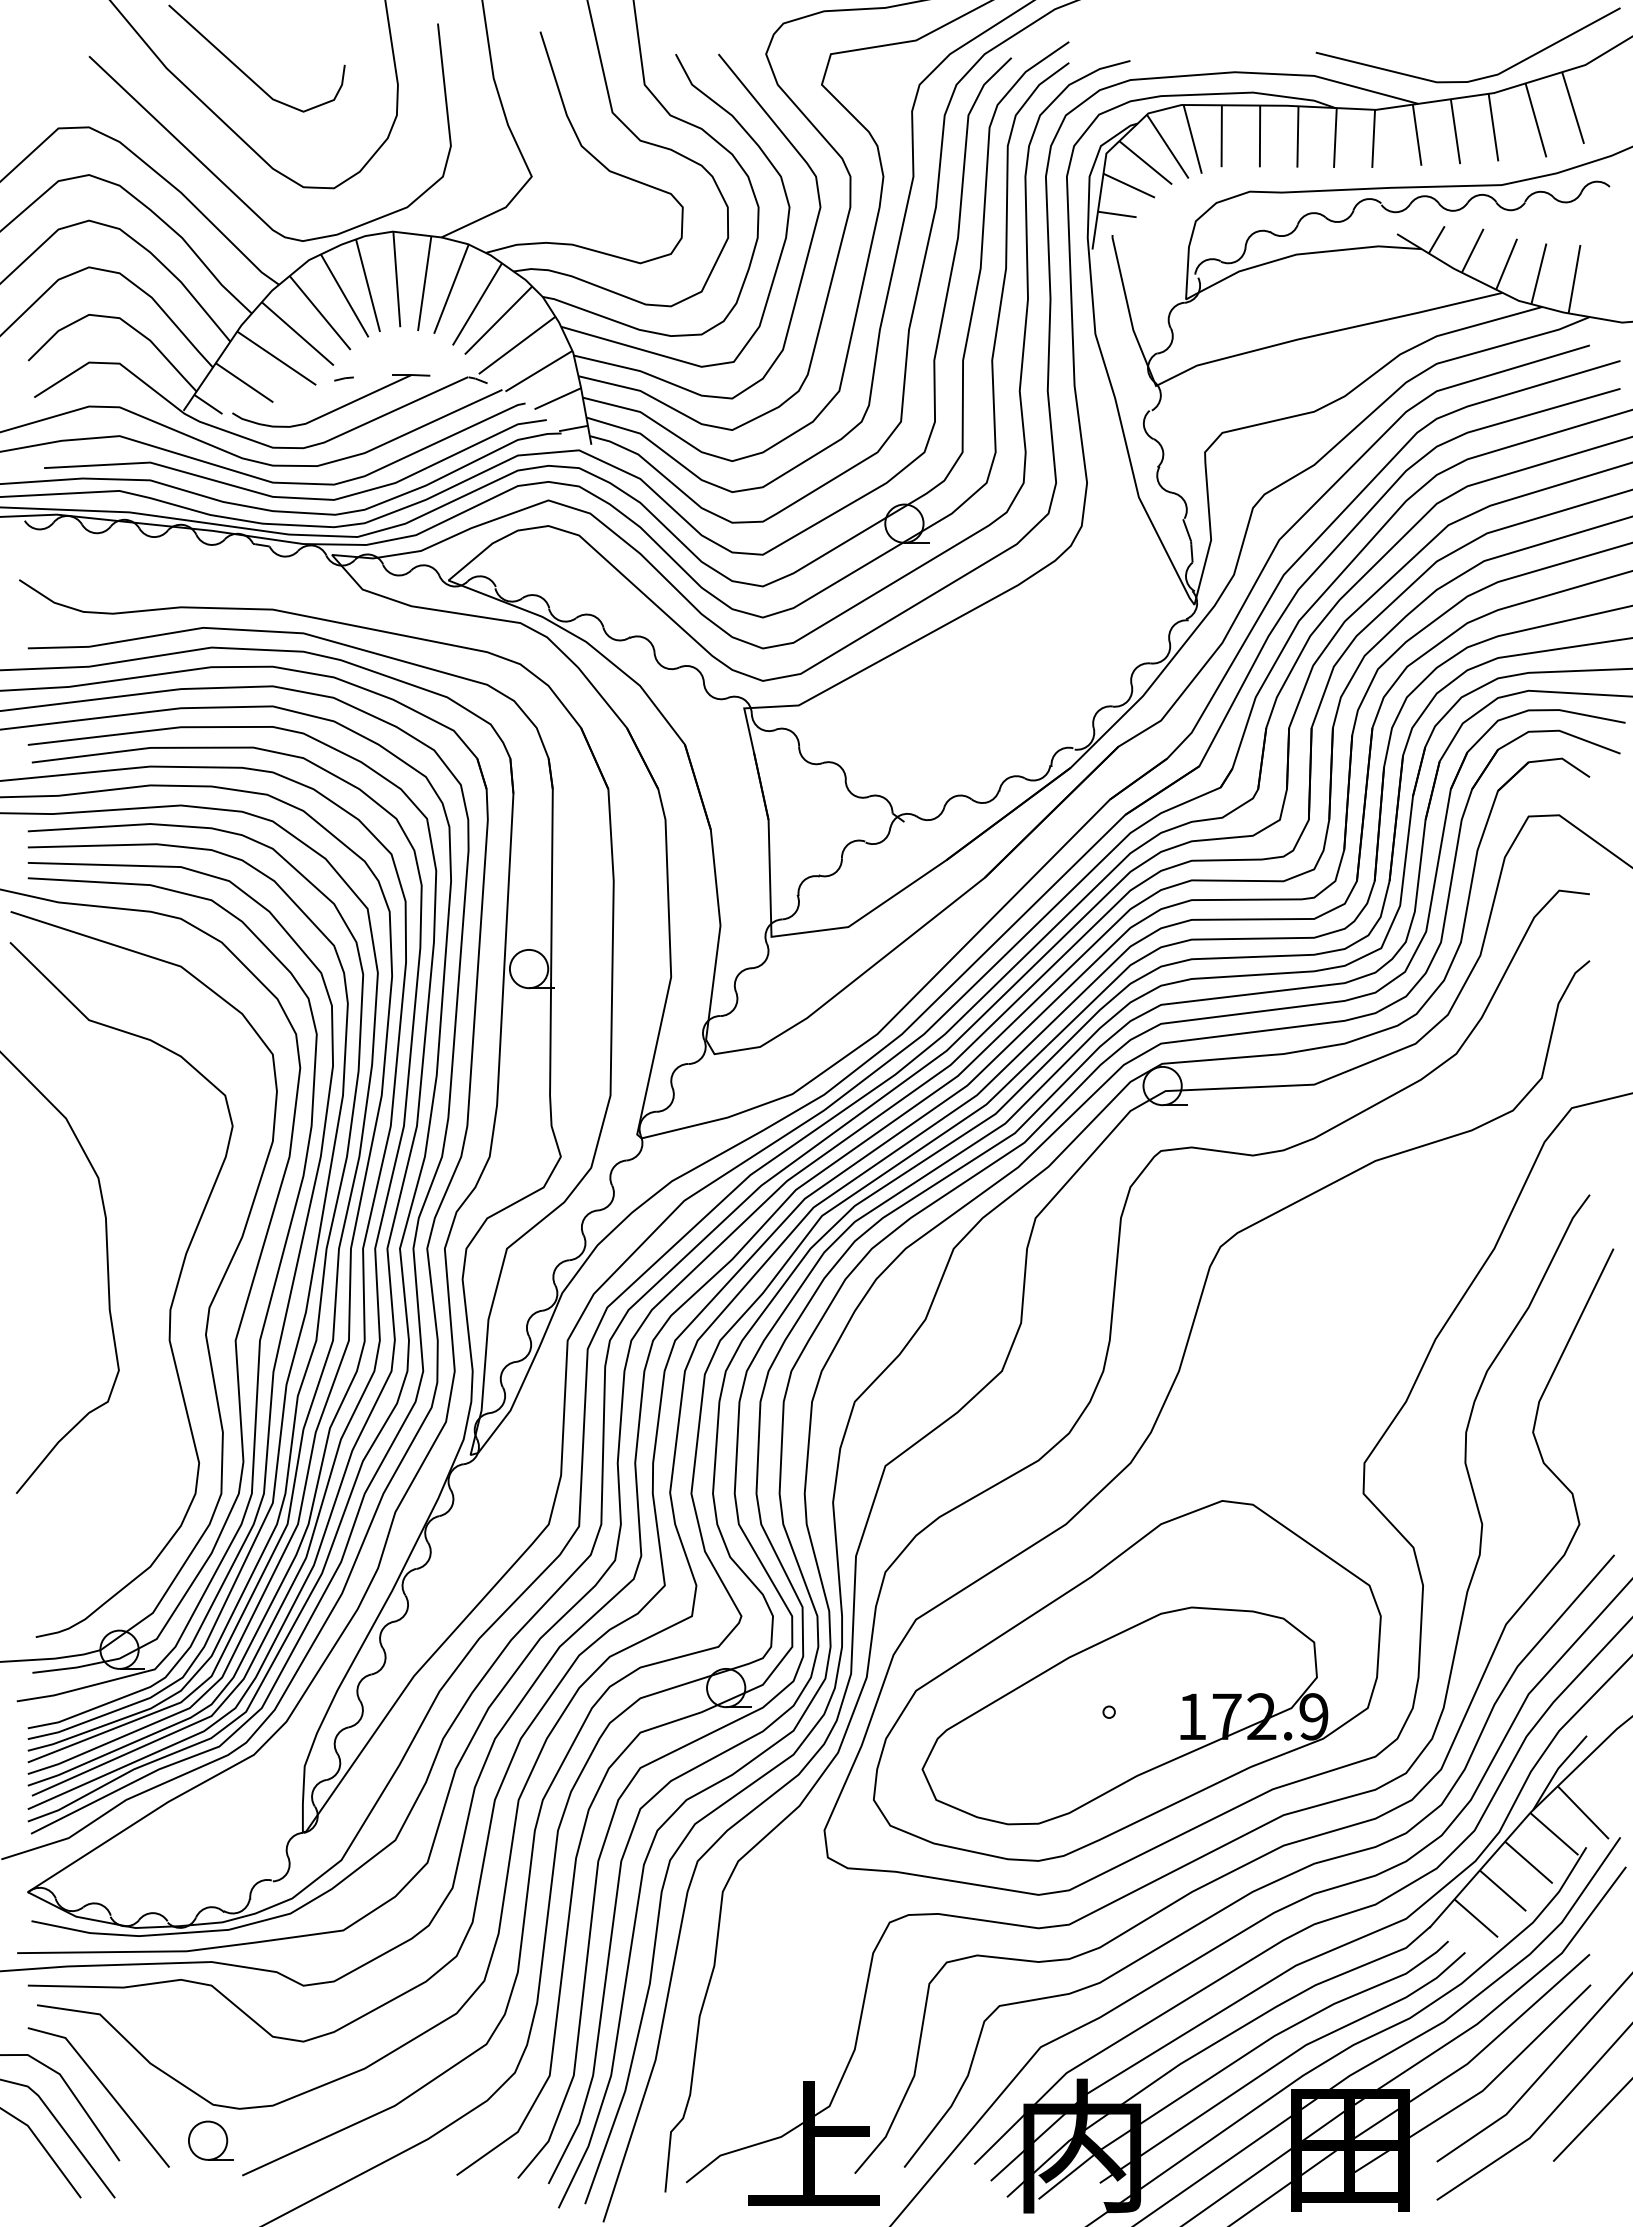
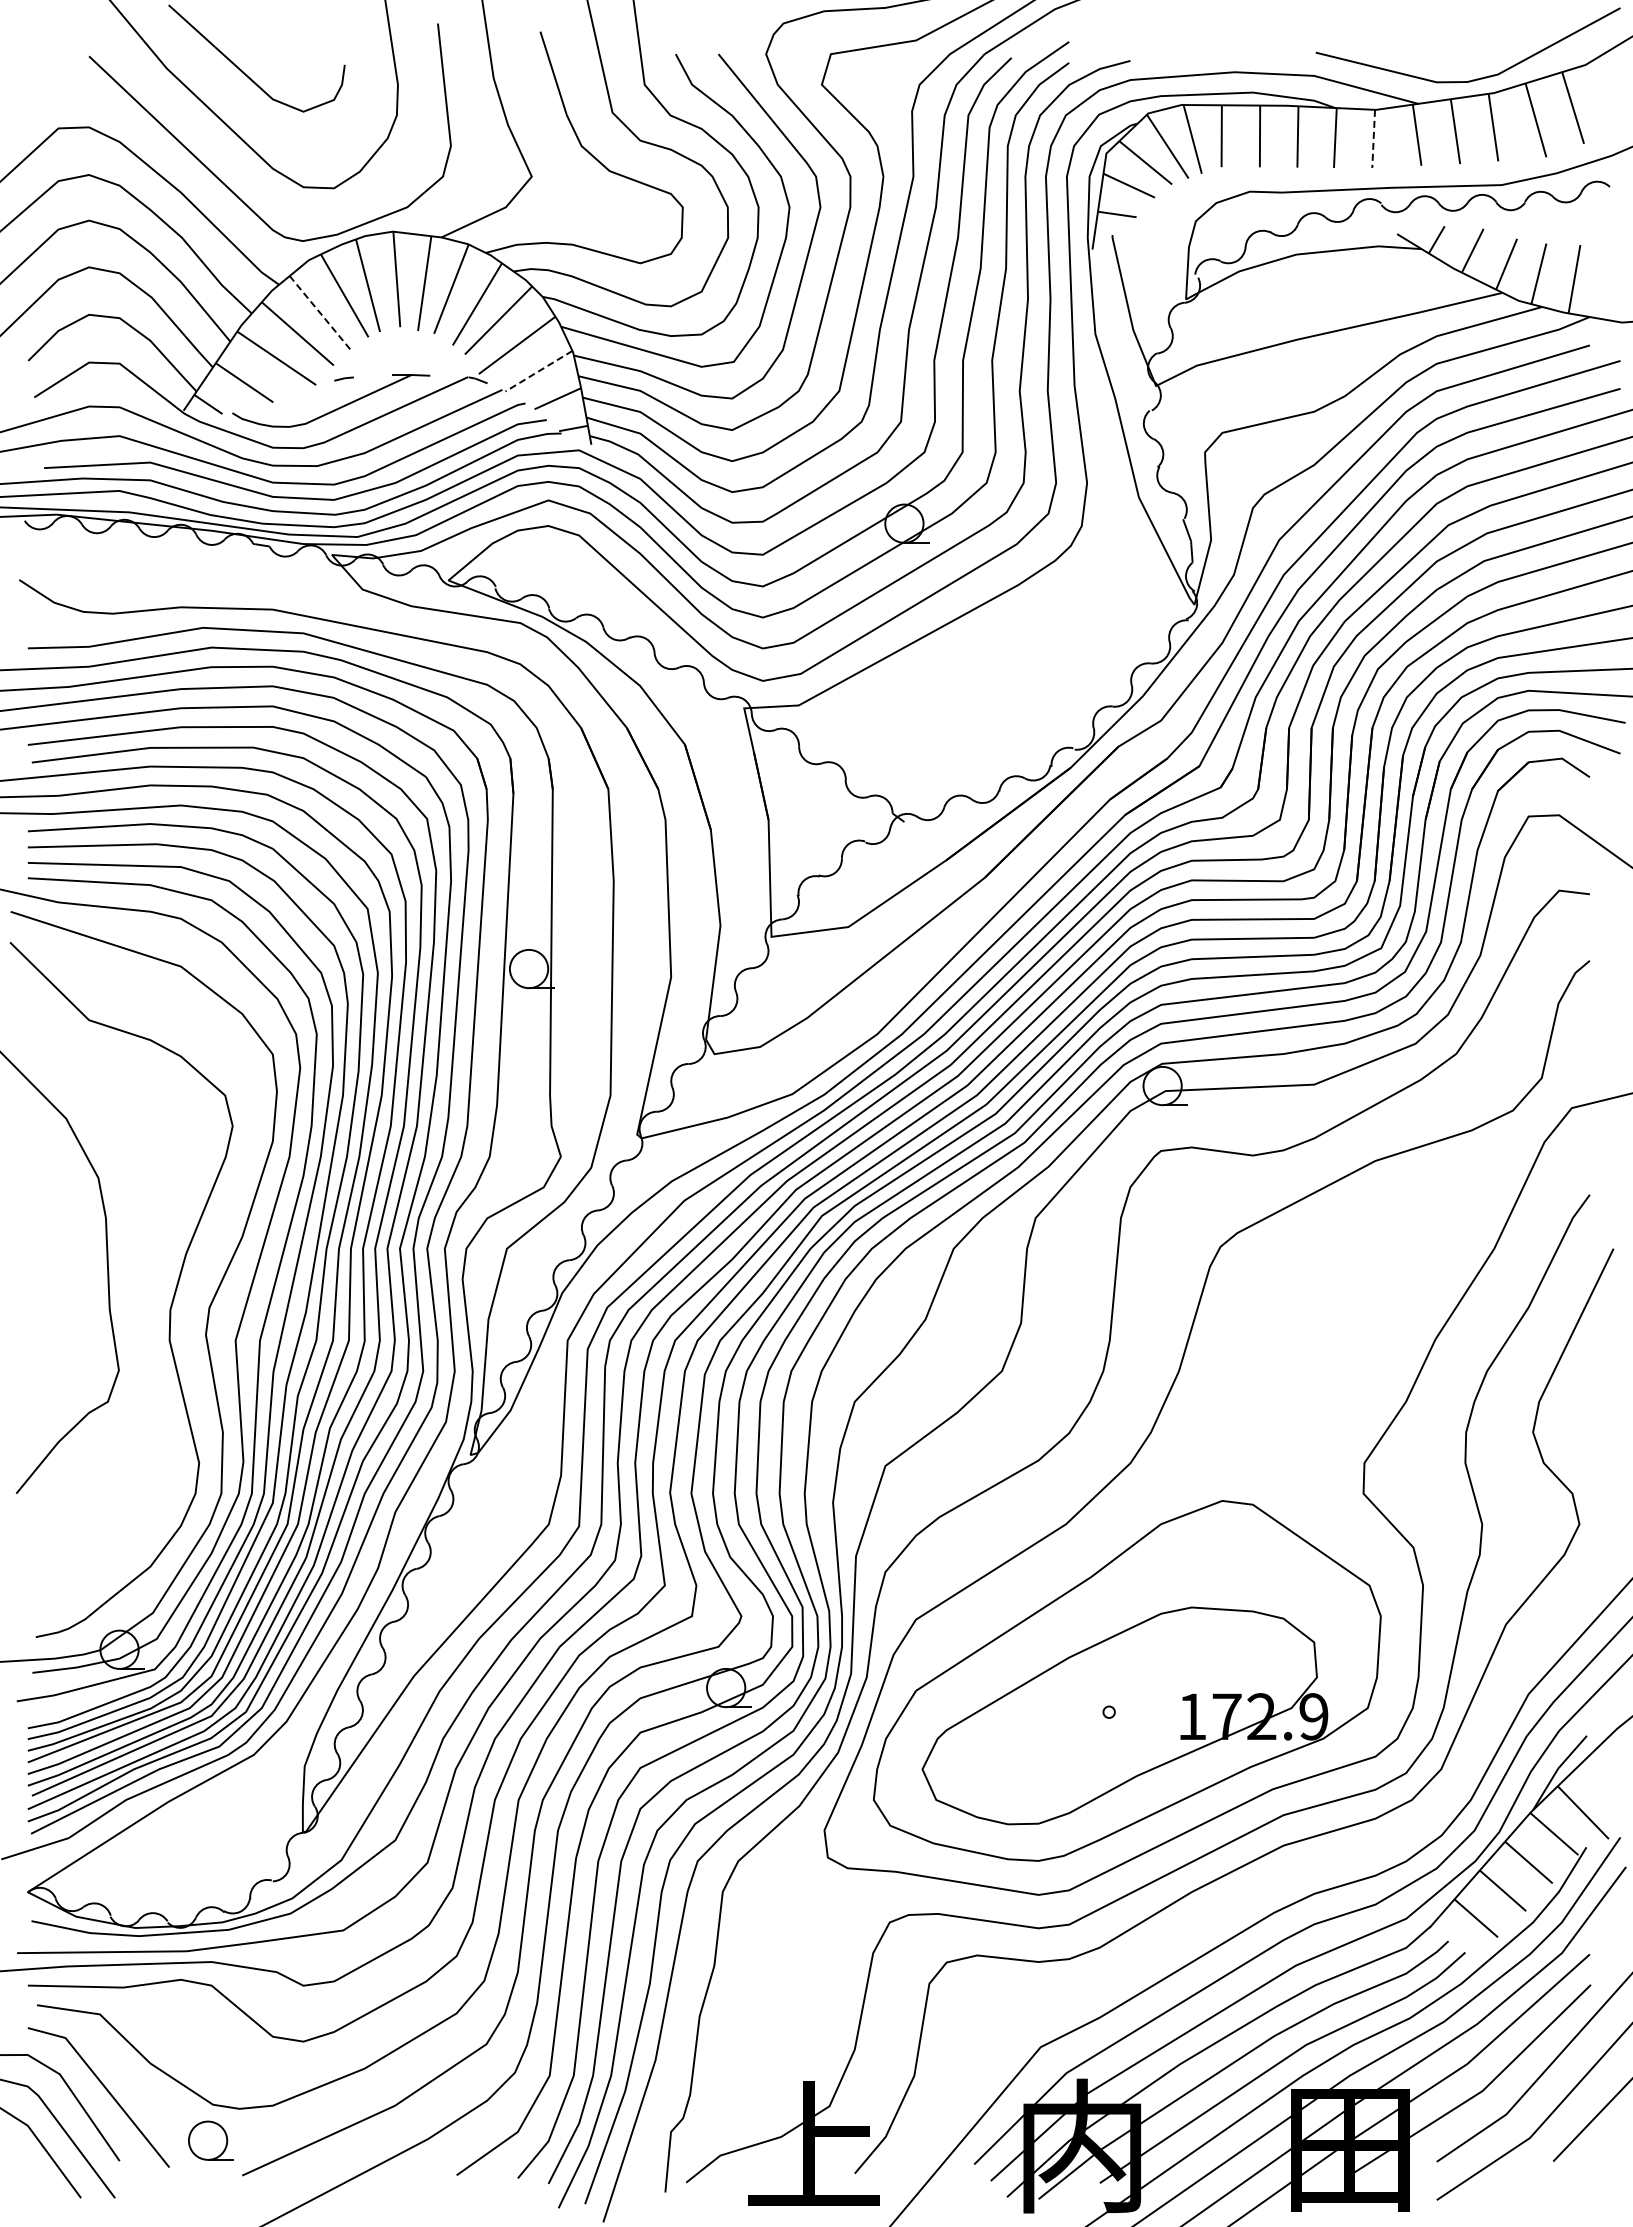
line at (1373, 139): solid -> dashed
line at (320, 312): solid -> dashed
line at (538, 371): solid -> dashed
curve at (1270, 1882): present -> none
